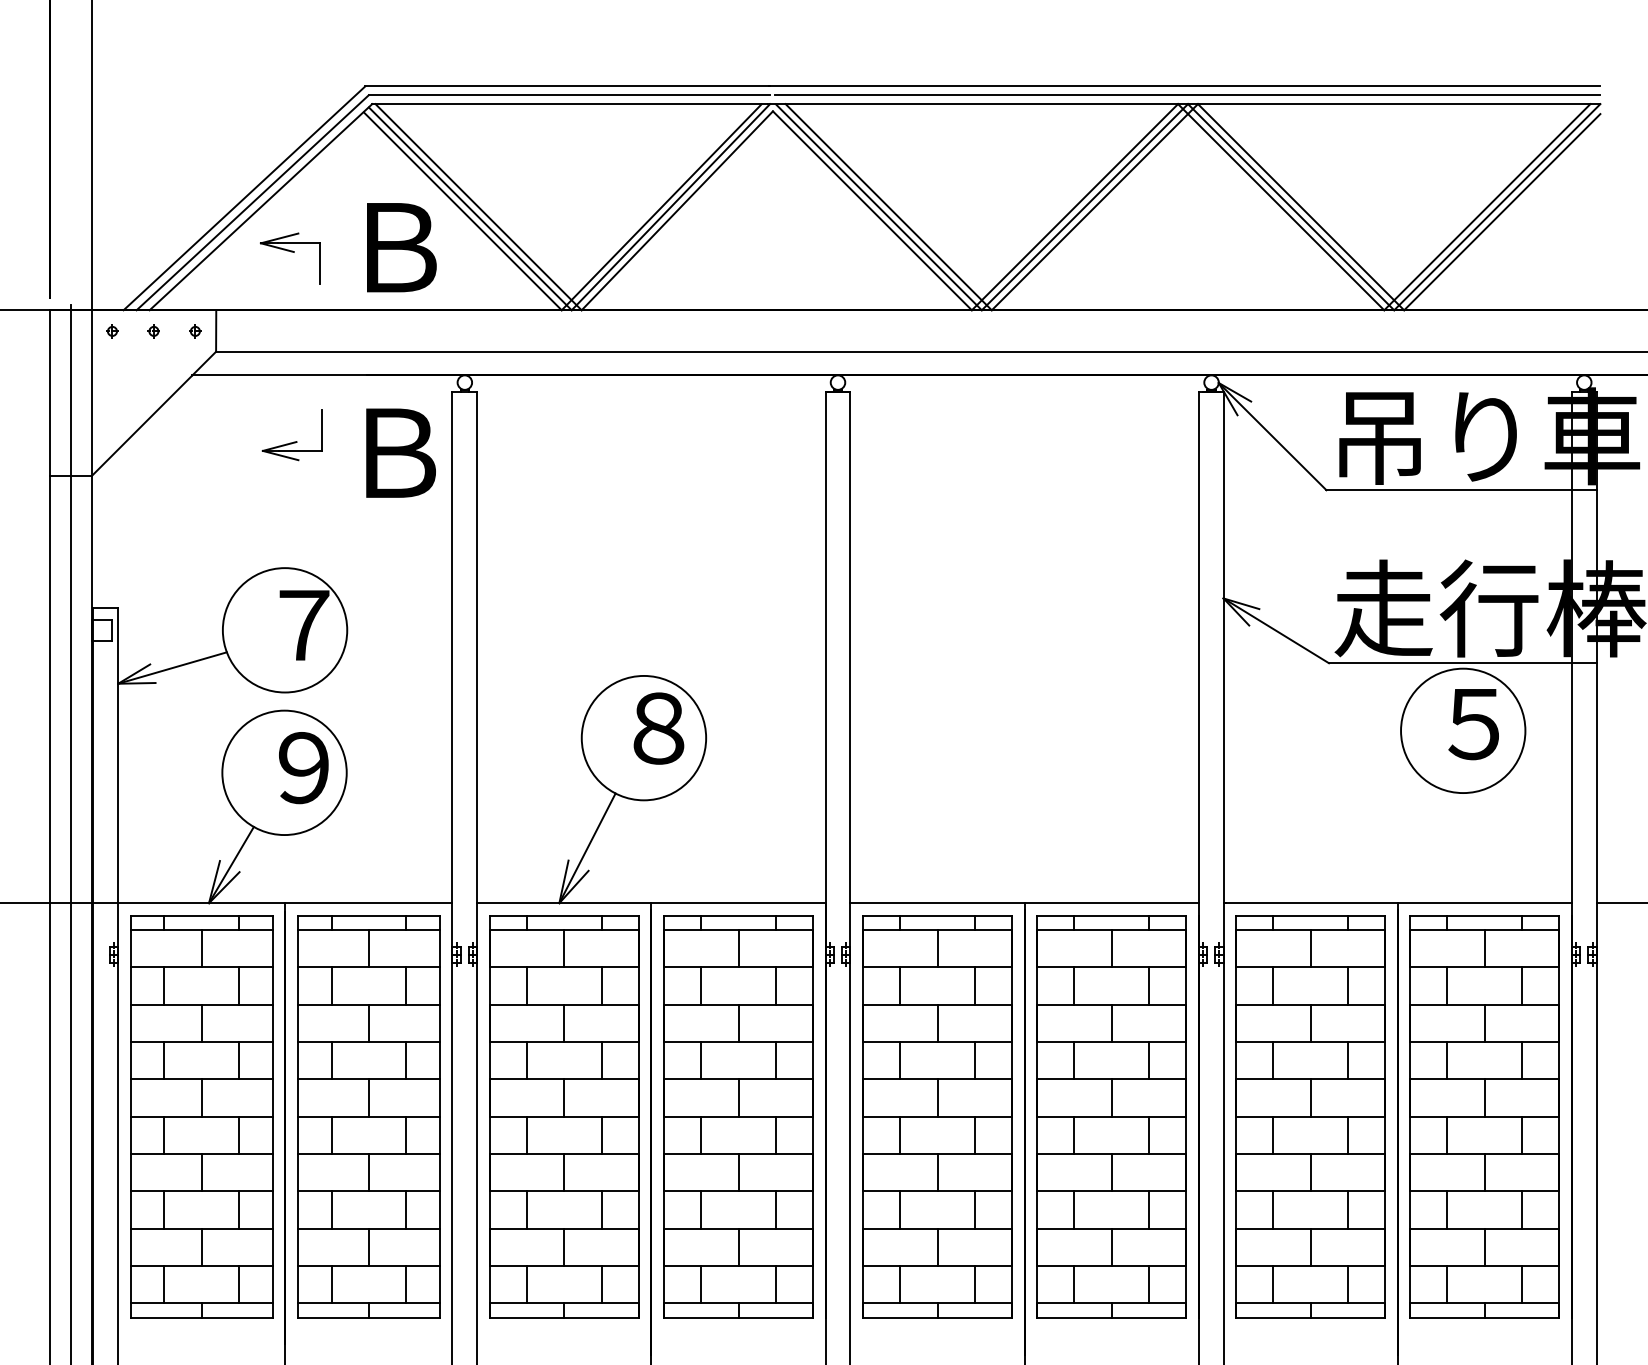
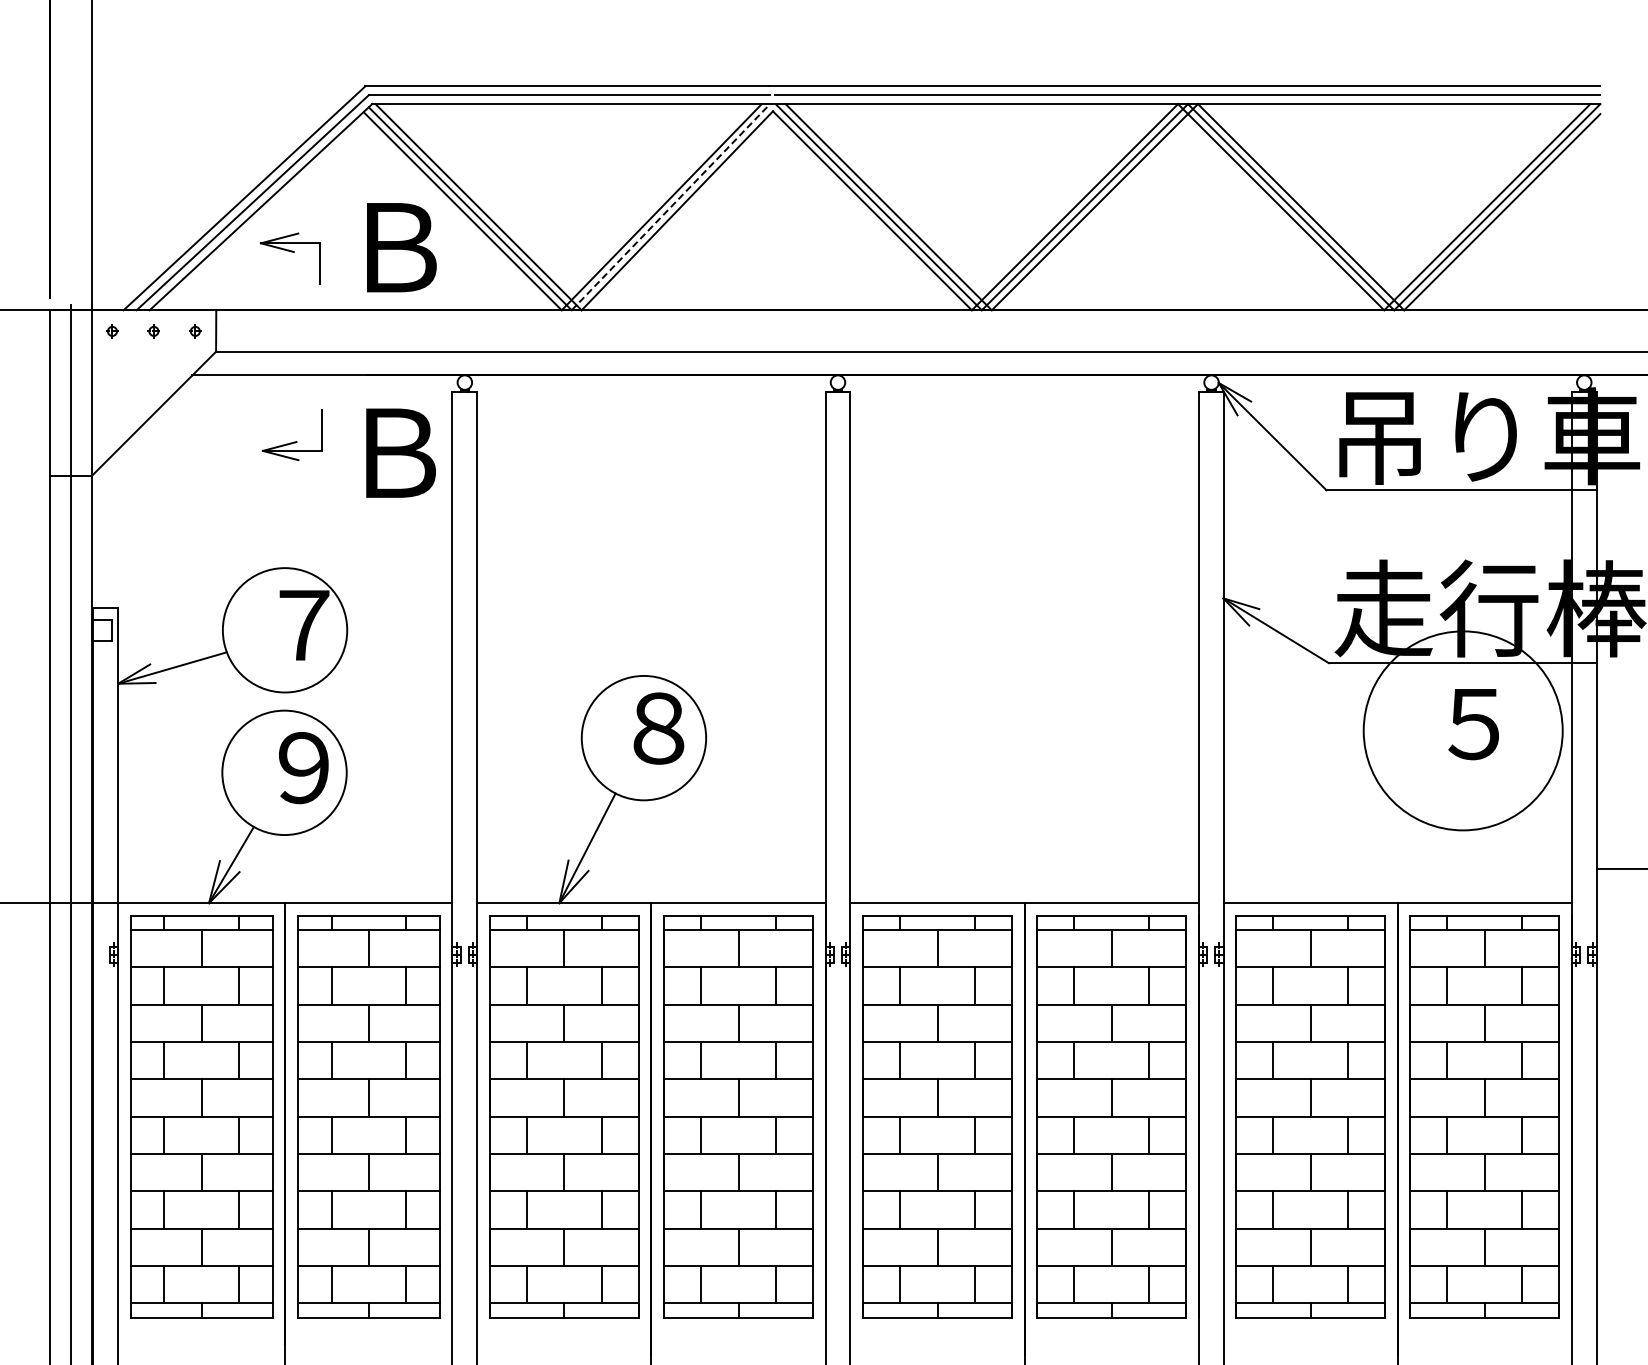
line at (671, 206): solid -> dashed
circle at (1463, 730) diameter: 124 px -> 199 px
line at (1620, 903) position: (1620, 903) -> (1620, 869)
